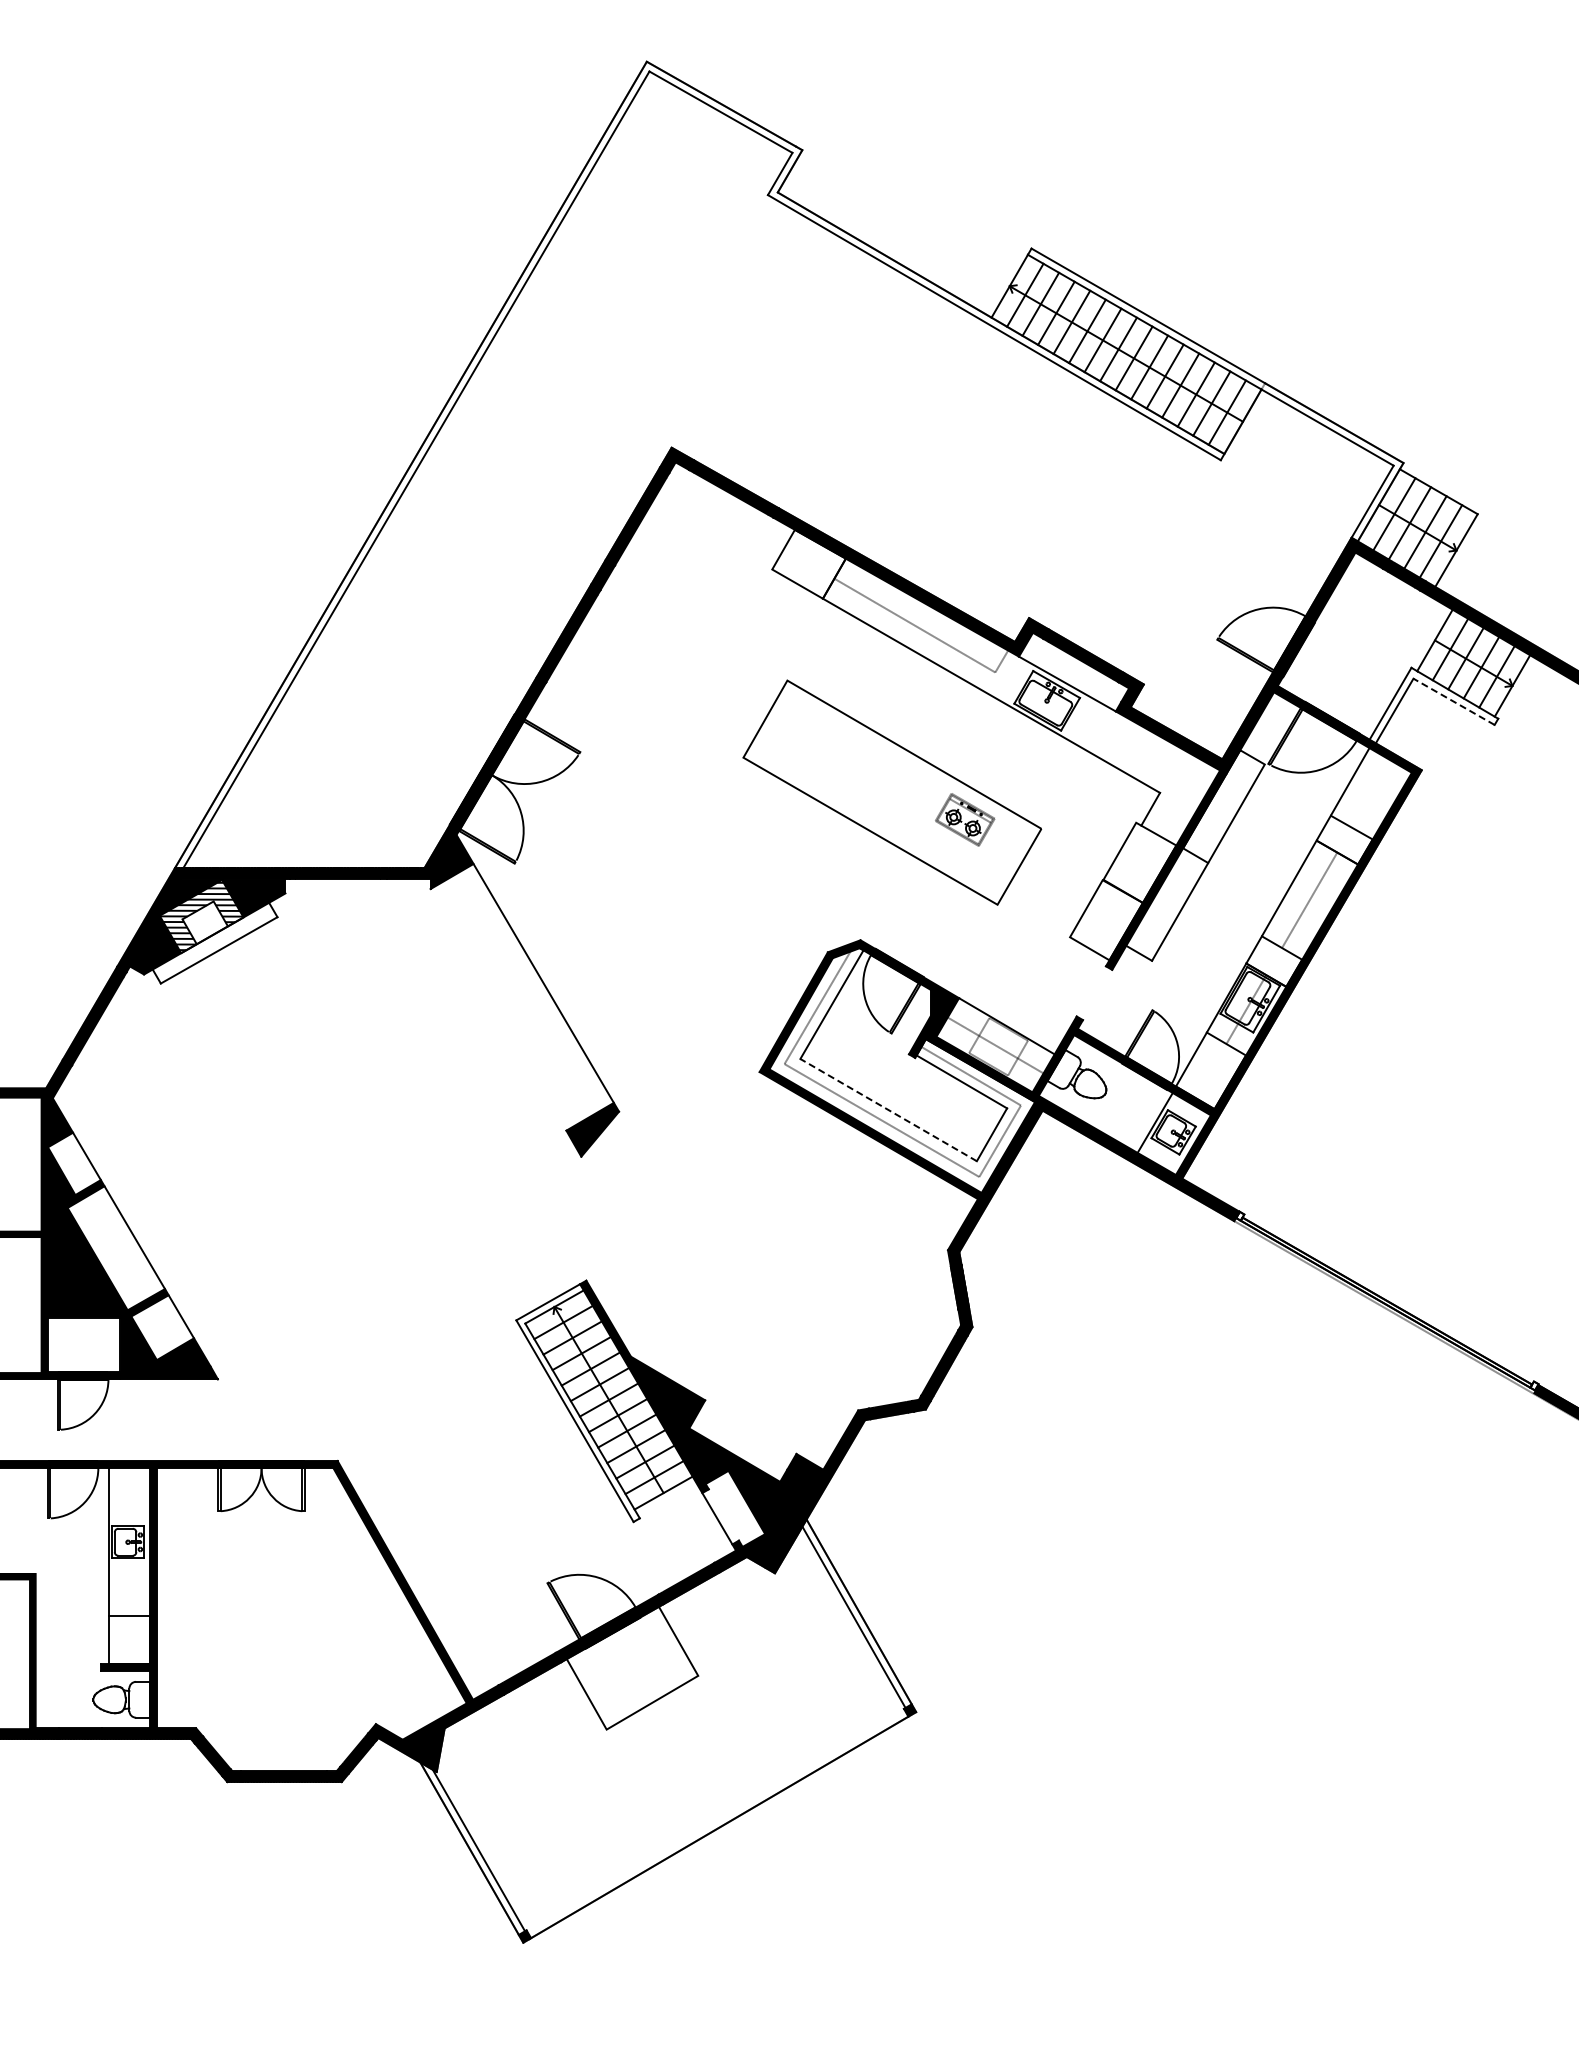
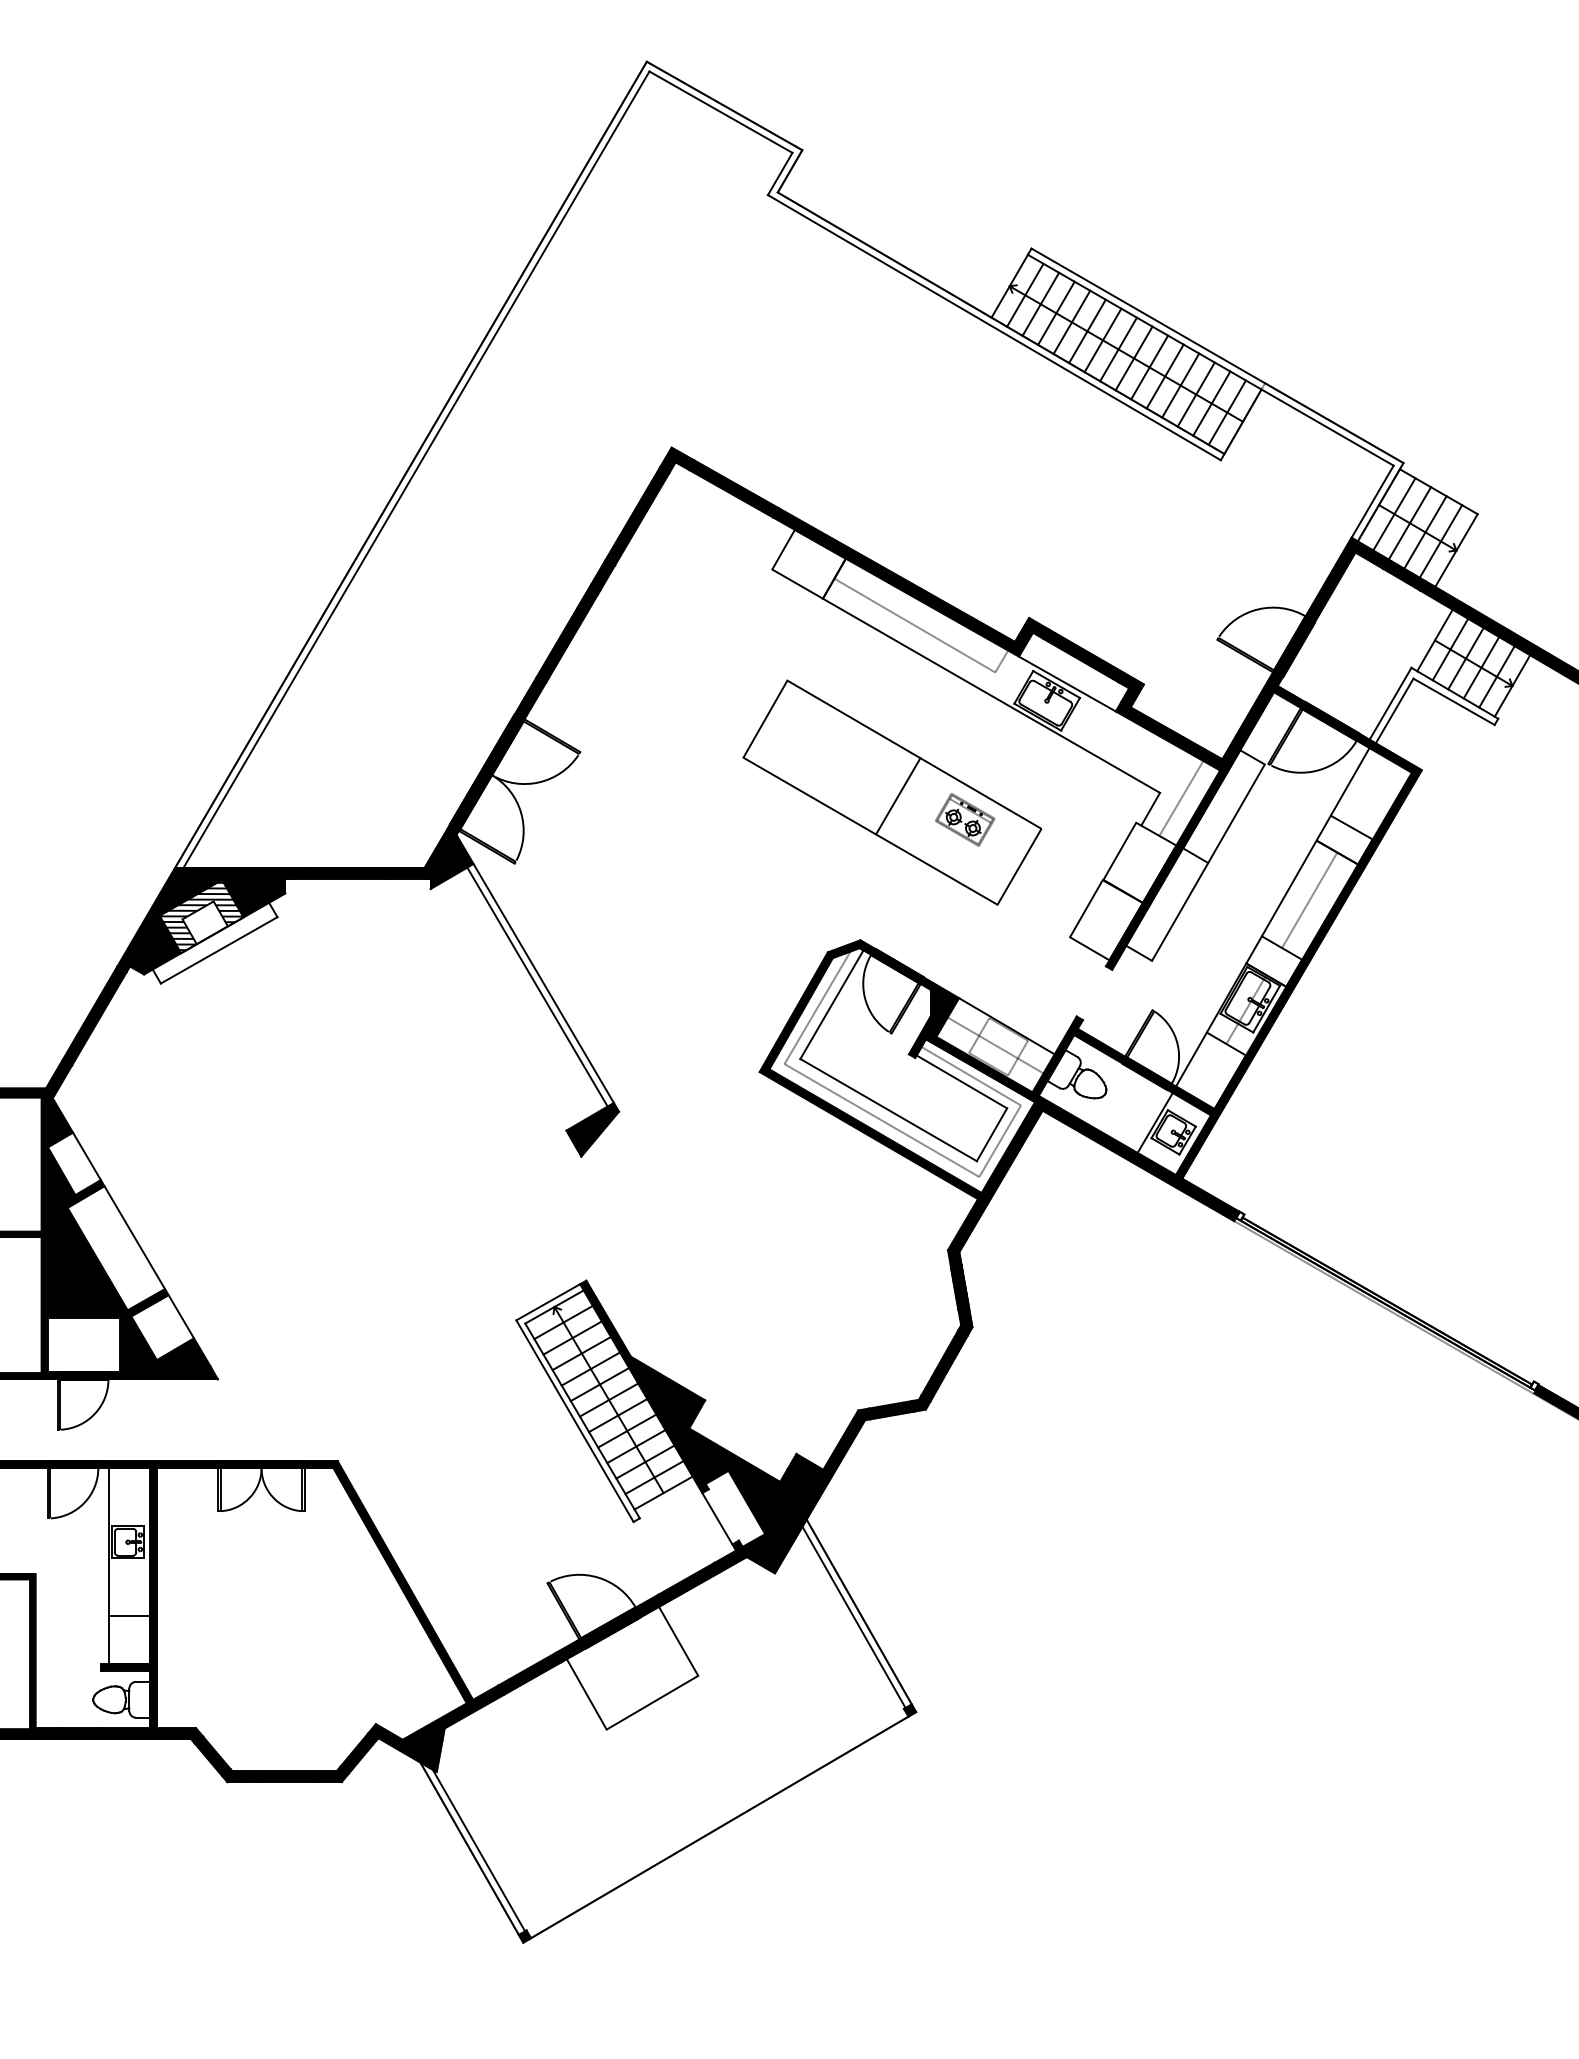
line at (1454, 701): dashed -> solid
line at (898, 796): none -> present
line at (1181, 798): none -> present
line at (537, 986): none -> present
line at (888, 1110): dashed -> solid
